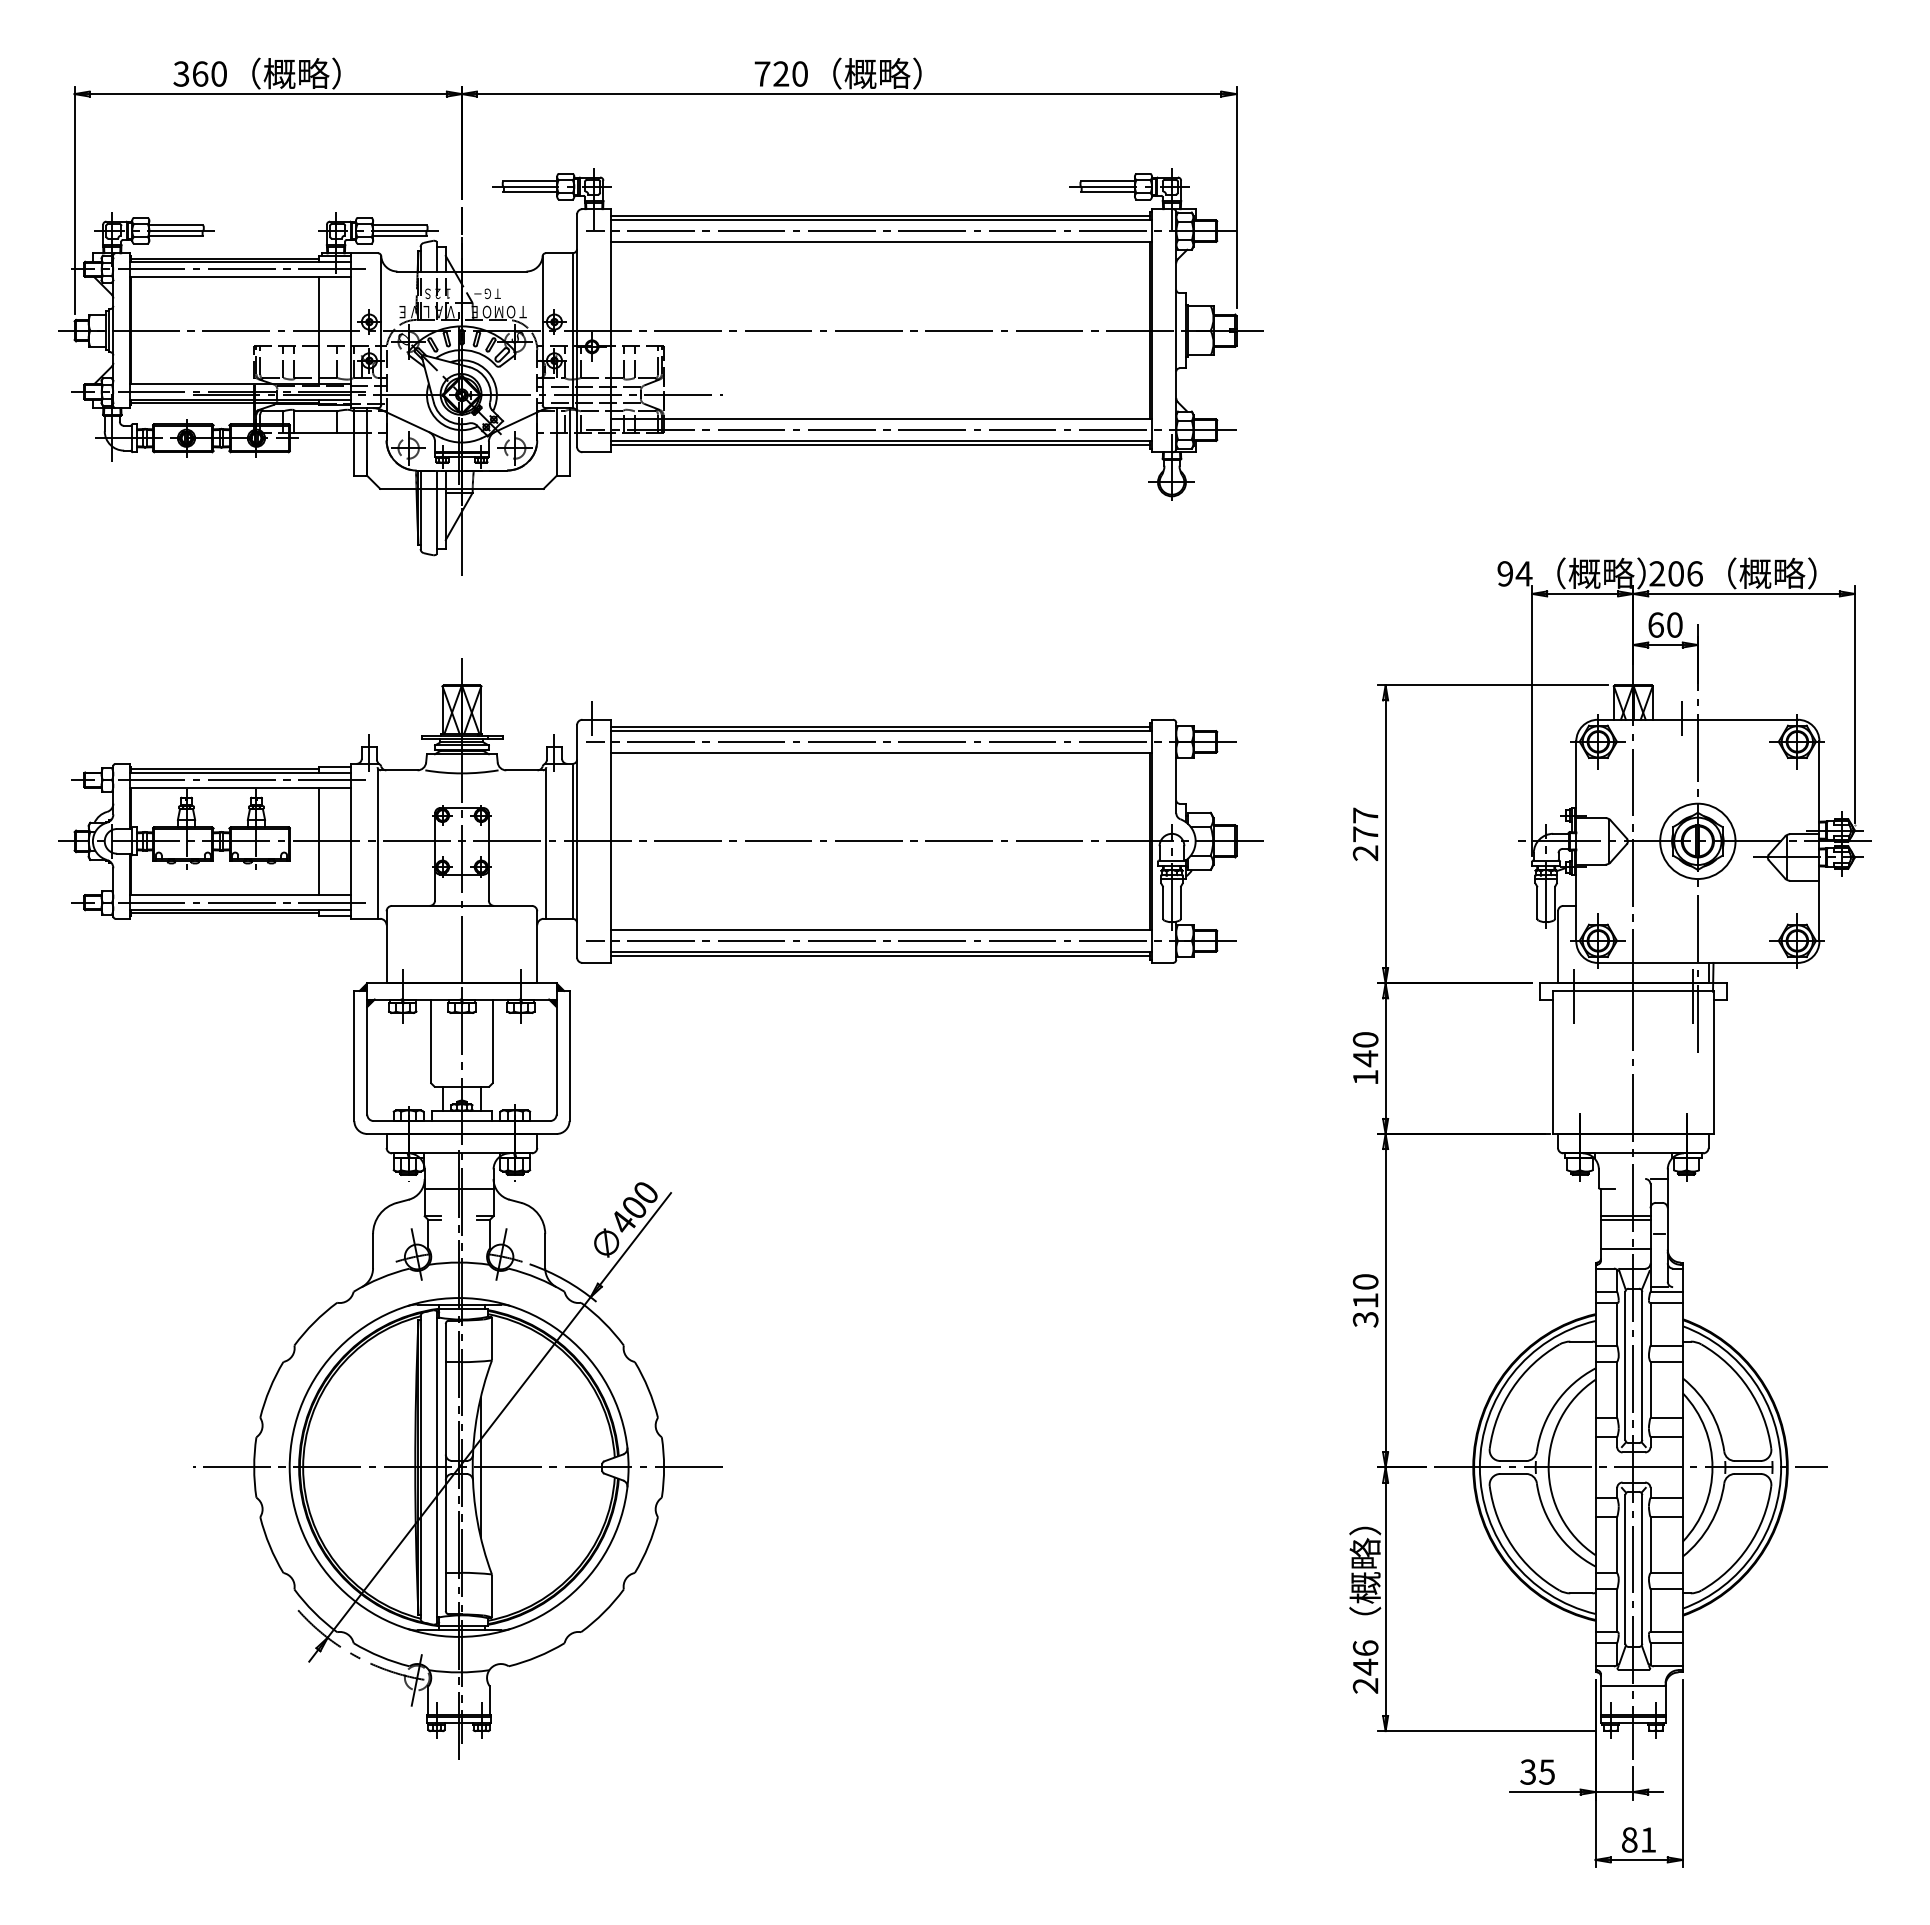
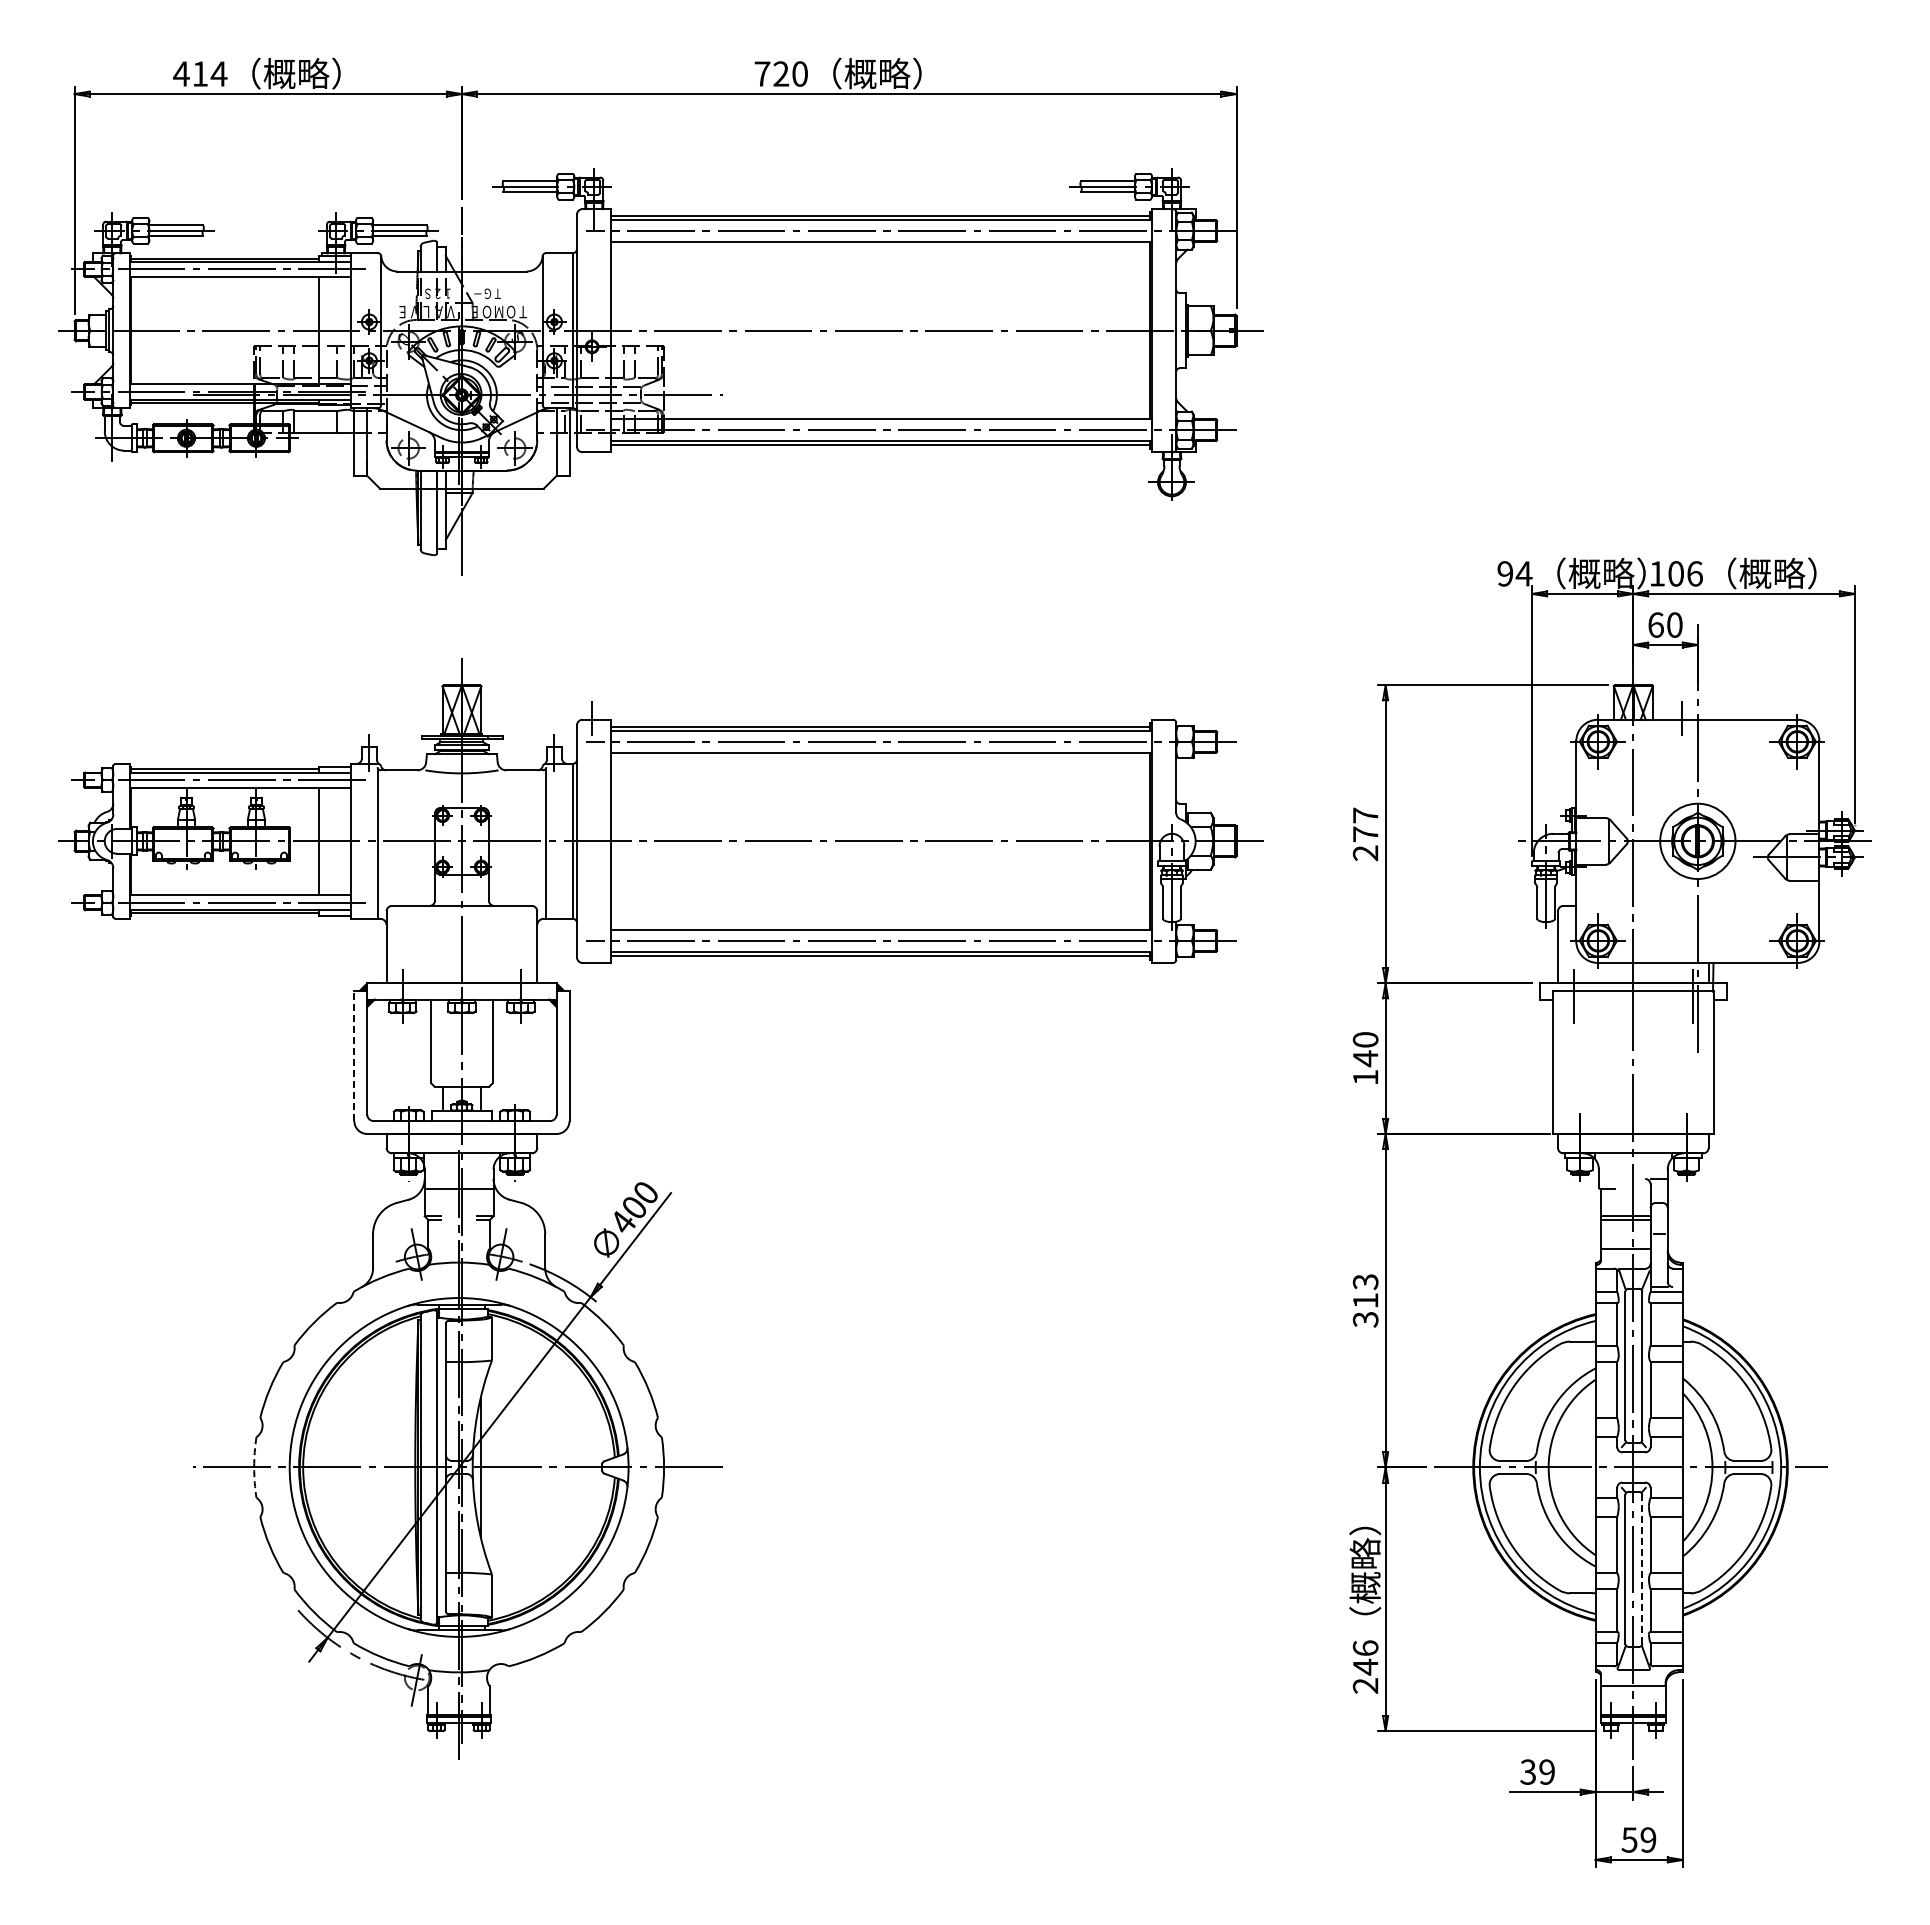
text at (200, 73): 360 -> 414
text at (1657, 573): 206 -> 106
line at (354, 1055): solid -> dashed
text at (1365, 1282): 310 -> 313
arc at (254, 1467): solid -> dashed
line at (1642, 1568): solid -> dashed
text at (1546, 1771): 35 -> 39
text at (1638, 1839): 81 -> 59
